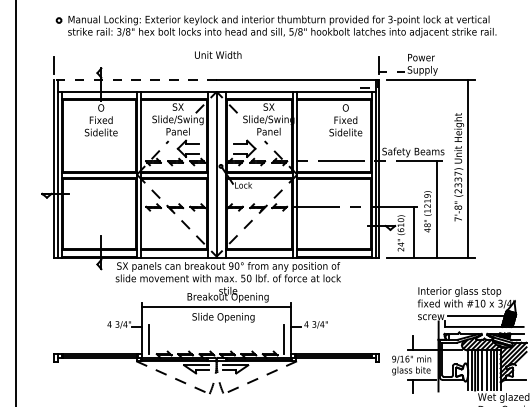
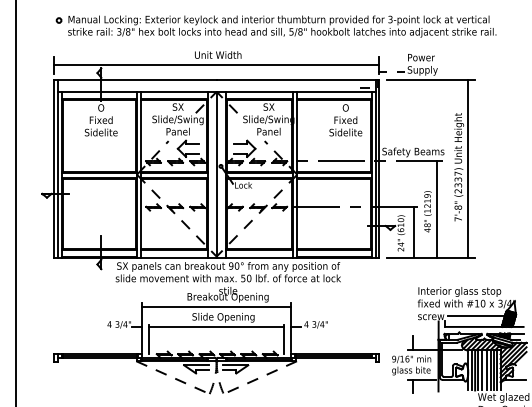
line at (216, 65): none -> present
line at (134, 79): dashed -> solid
line at (216, 327): none -> present
